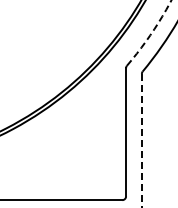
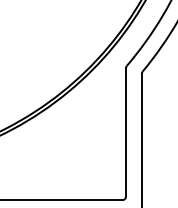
arc at (151, 33): dashed -> solid
line at (141, 140): dashed -> solid
